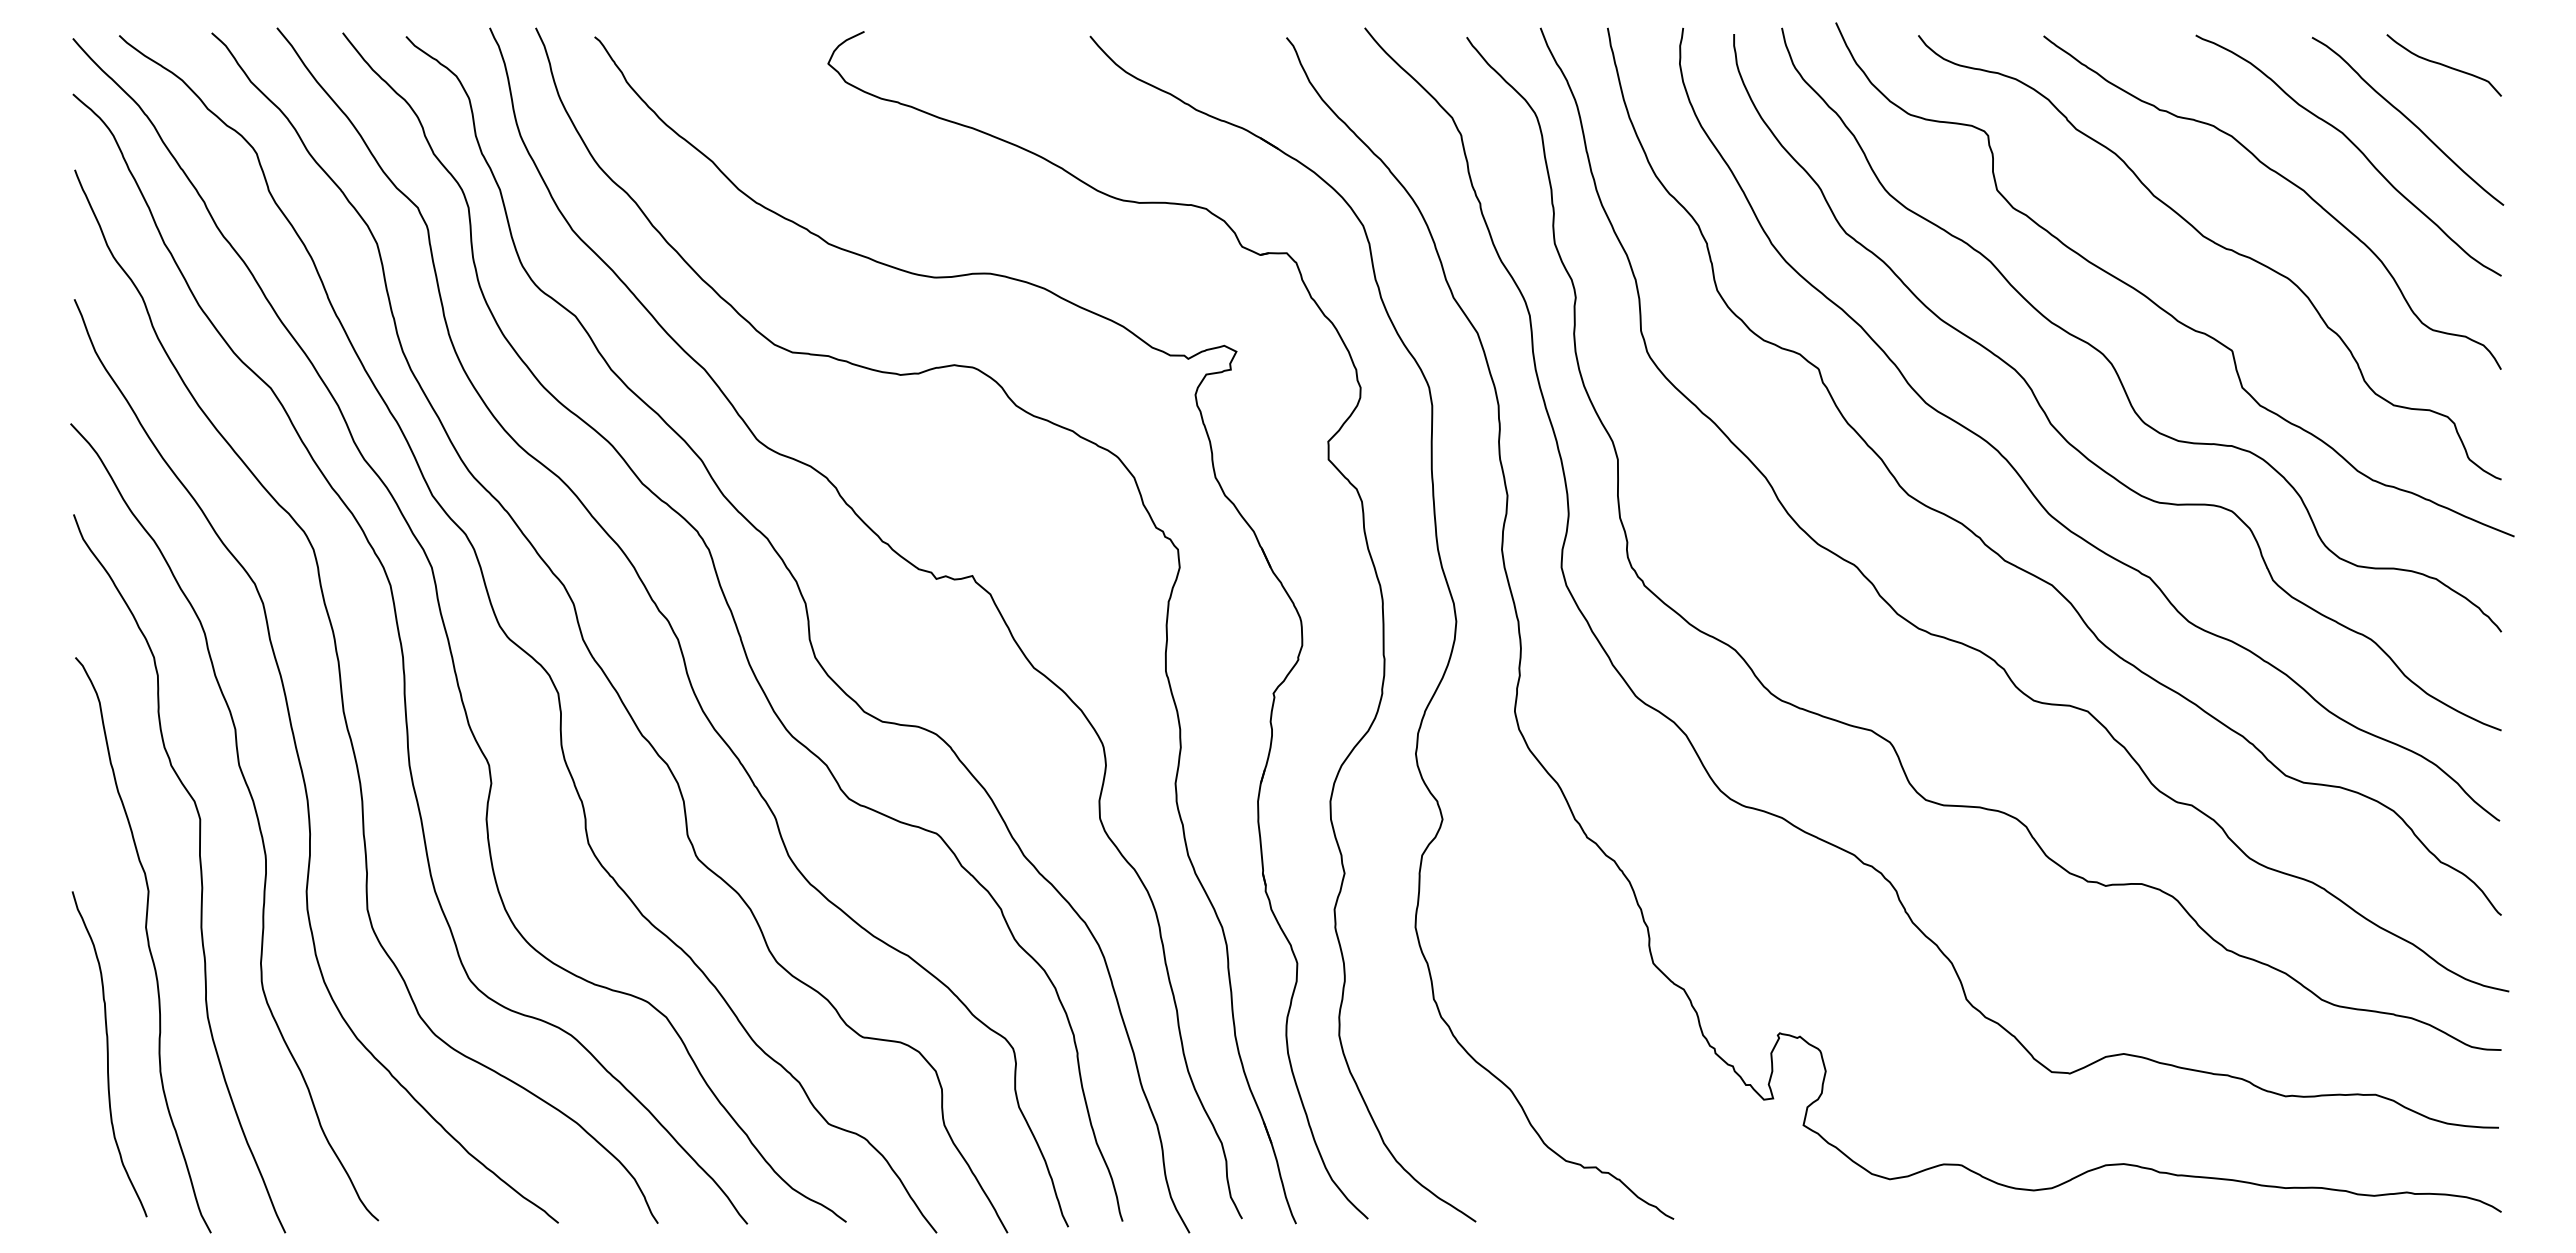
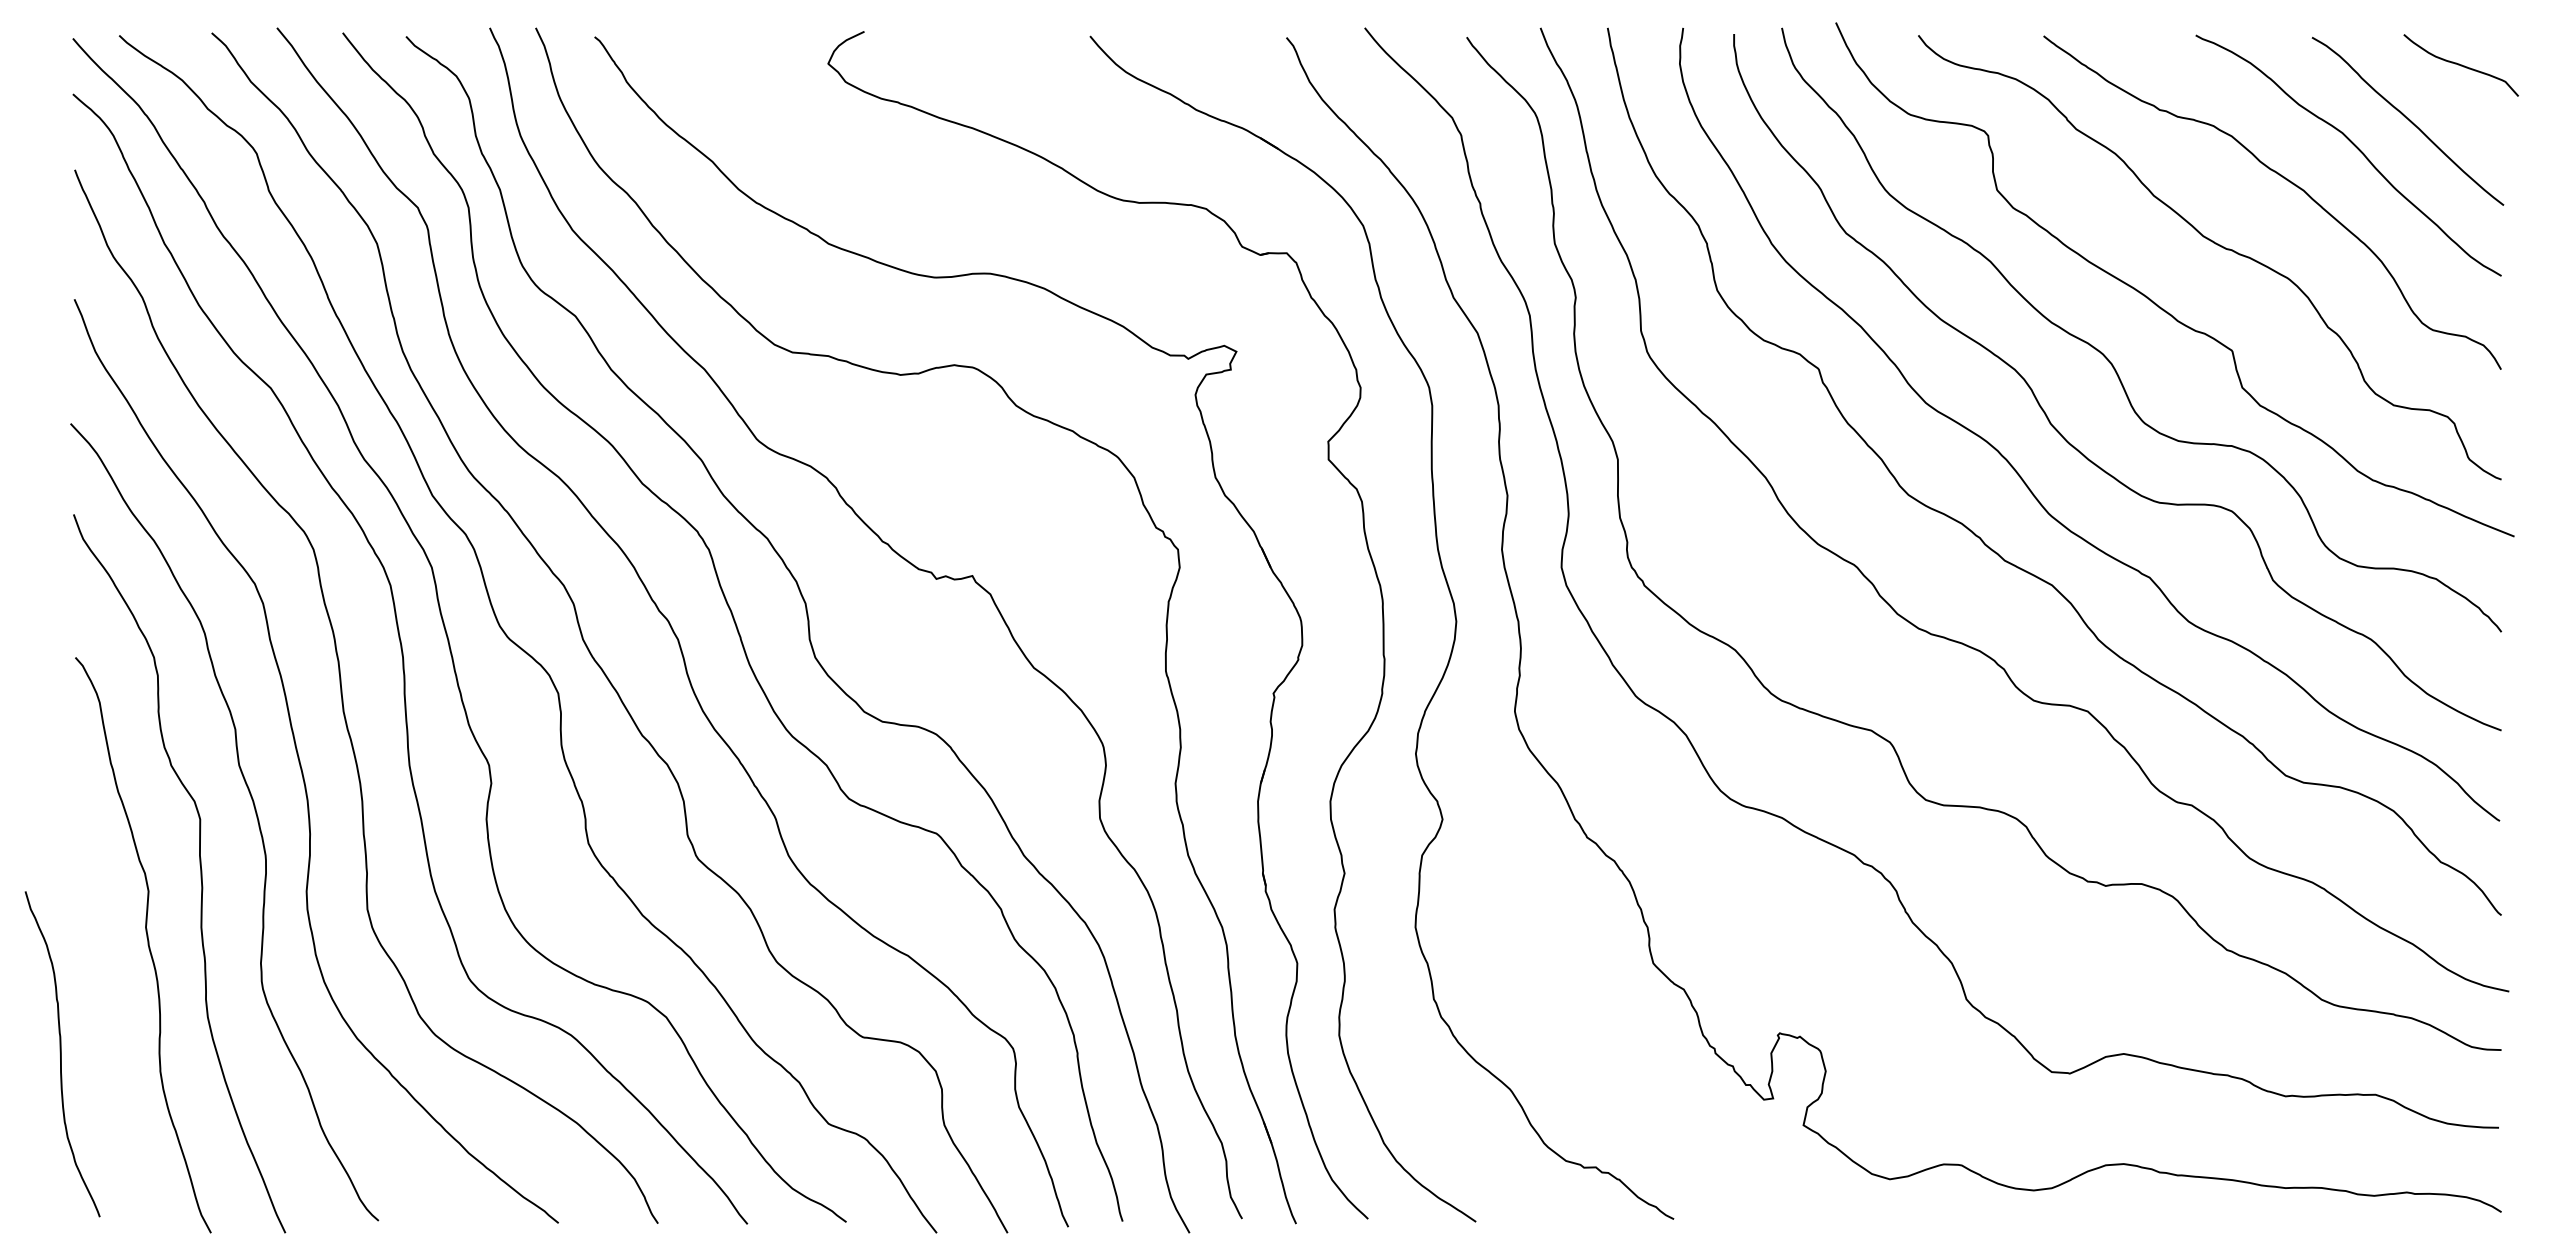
curve at (2443, 65) position: (2443, 65) -> (2460, 65)
curve at (108, 1054) position: (108, 1054) -> (61, 1054)
